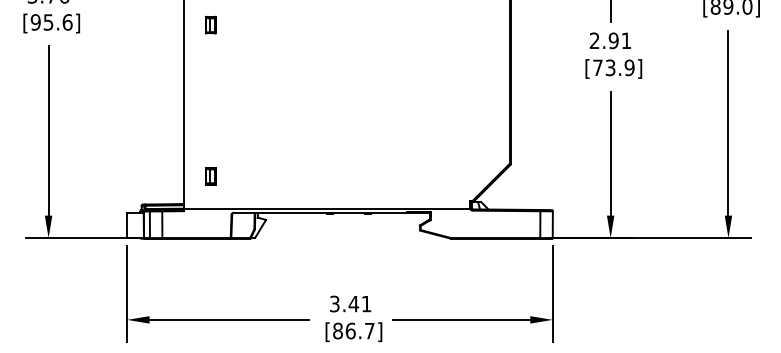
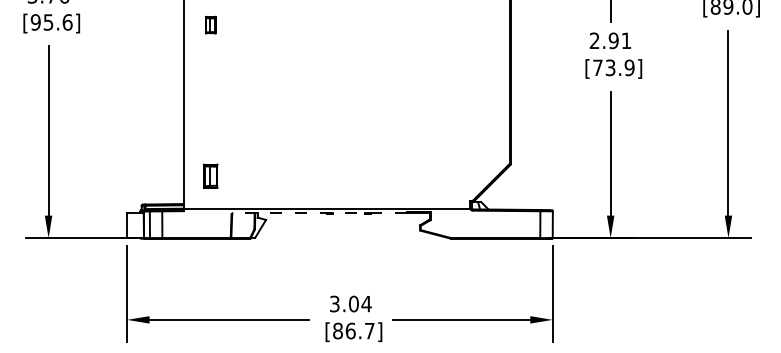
part at (210, 176) size: 12x19 px -> 16x26 px
line at (320, 213): solid -> dashed
text at (359, 303): 3.41 -> 3.04
